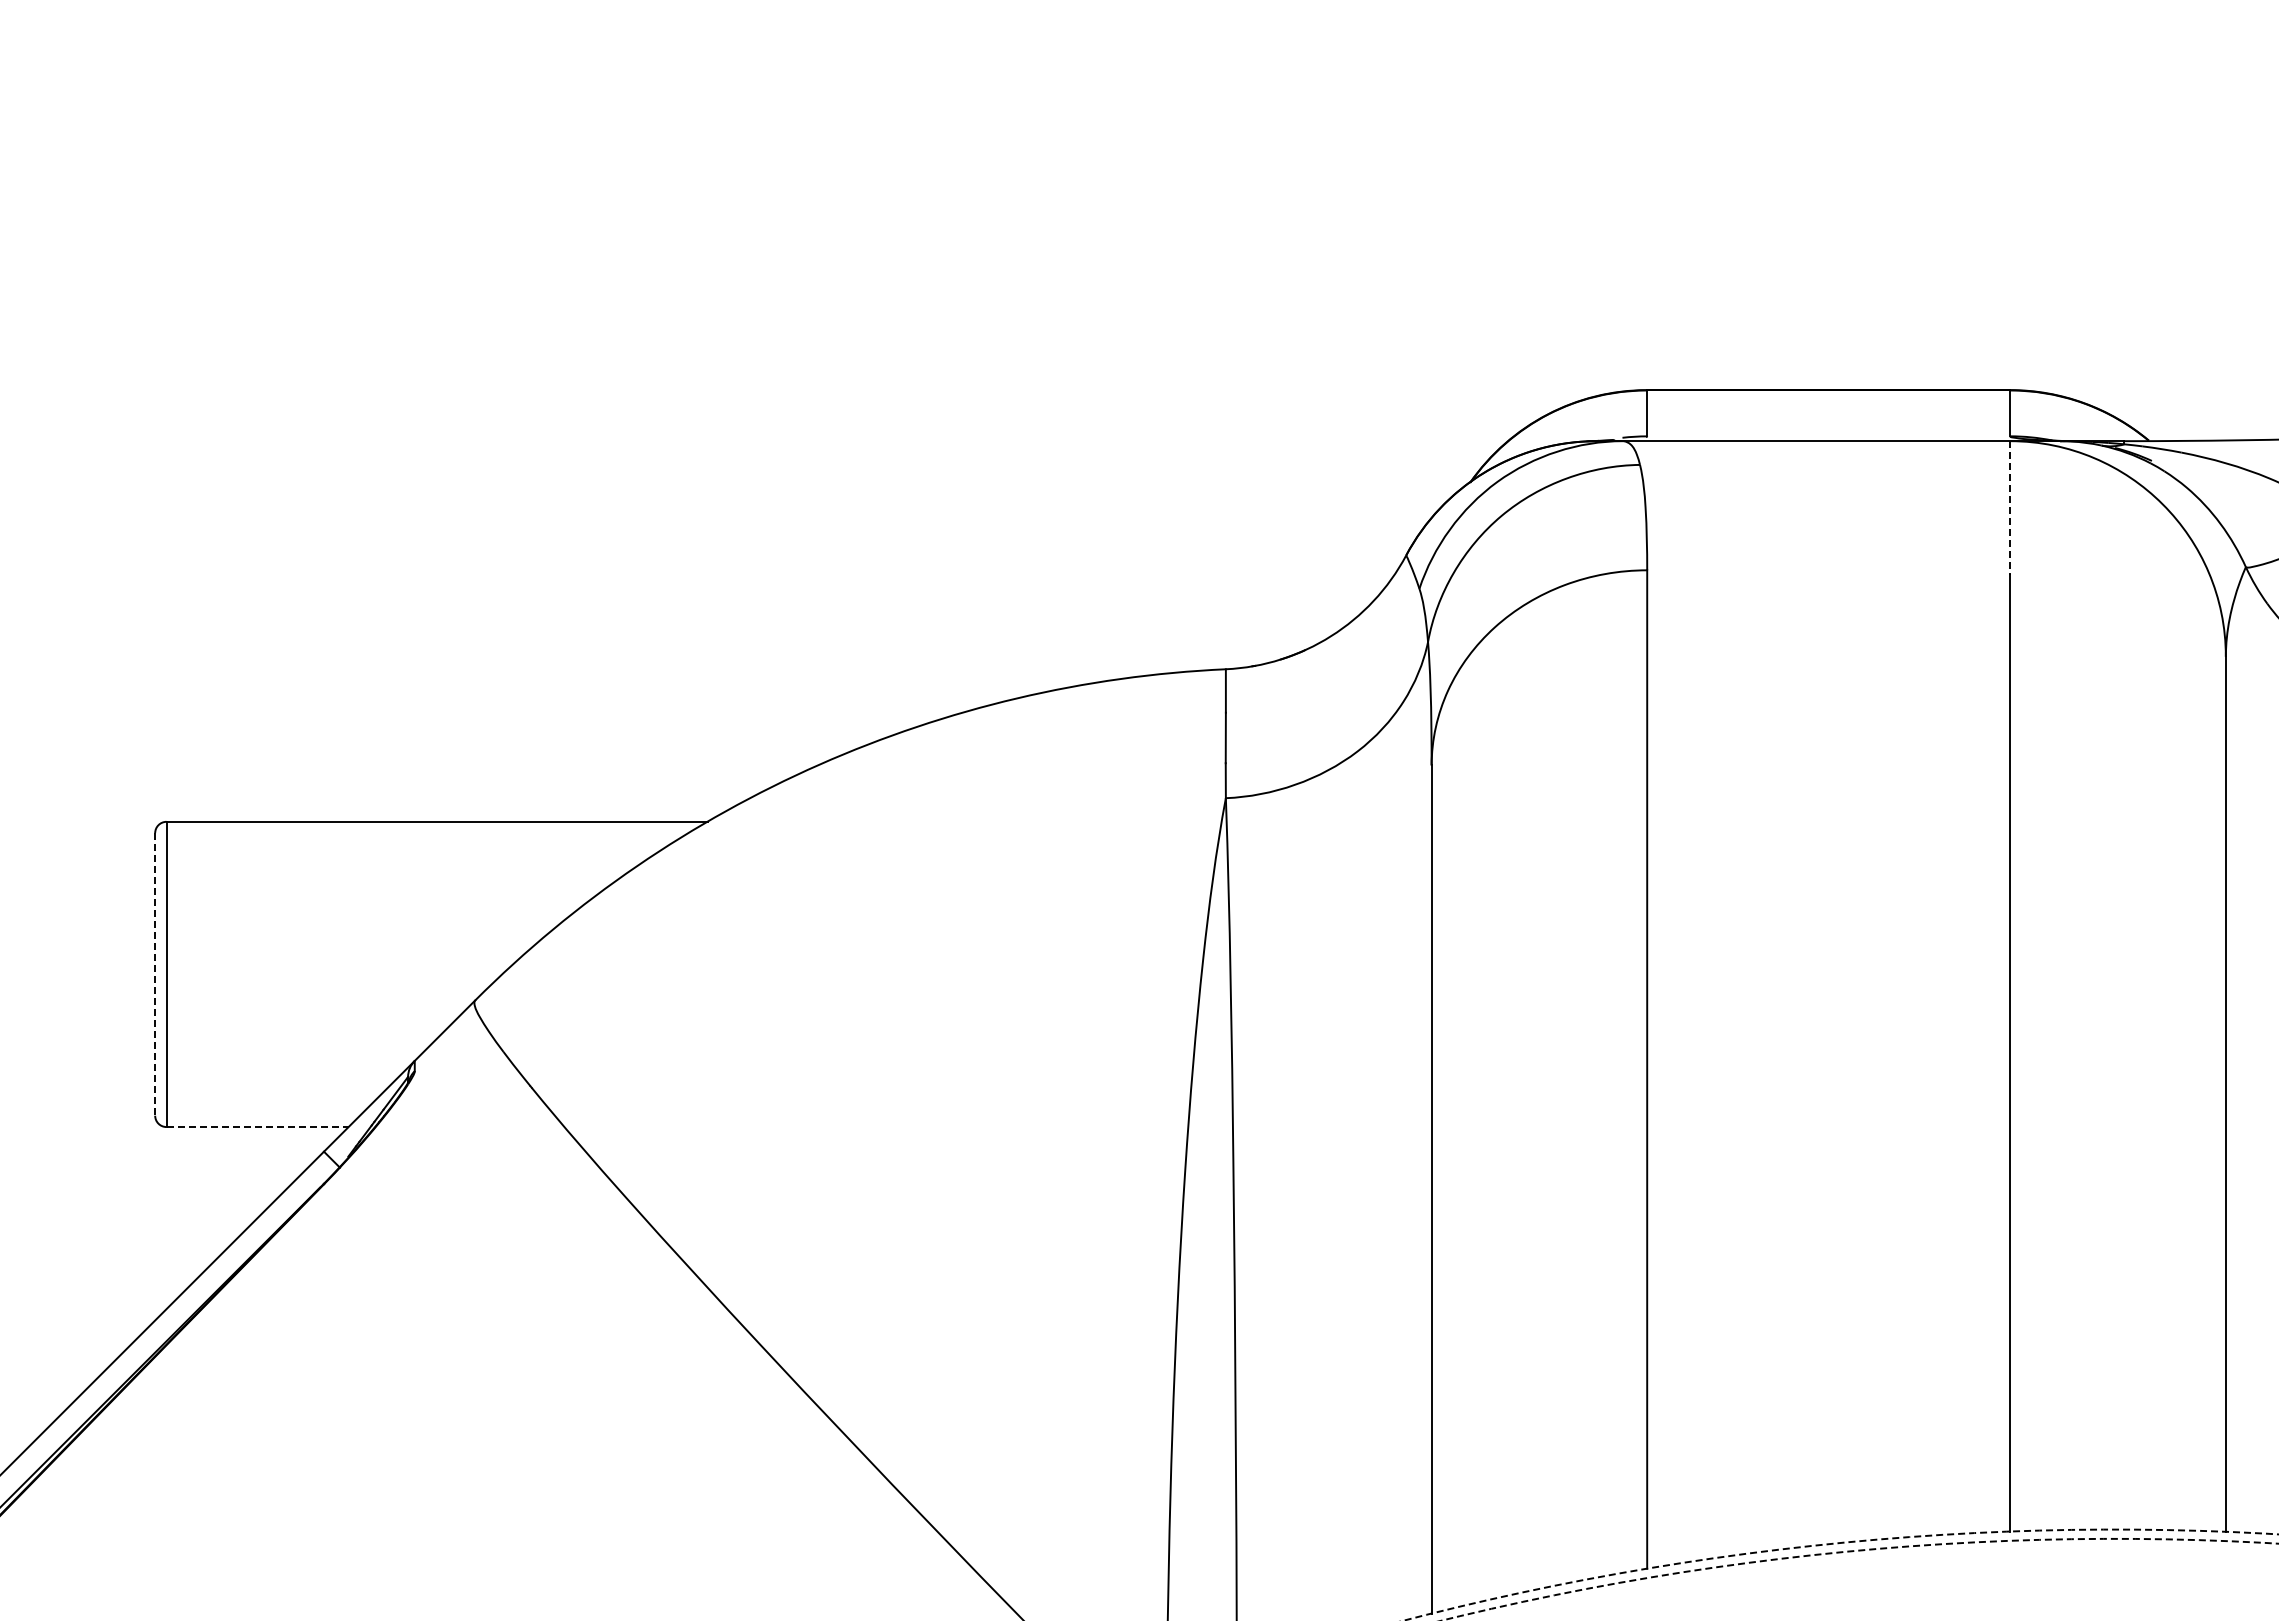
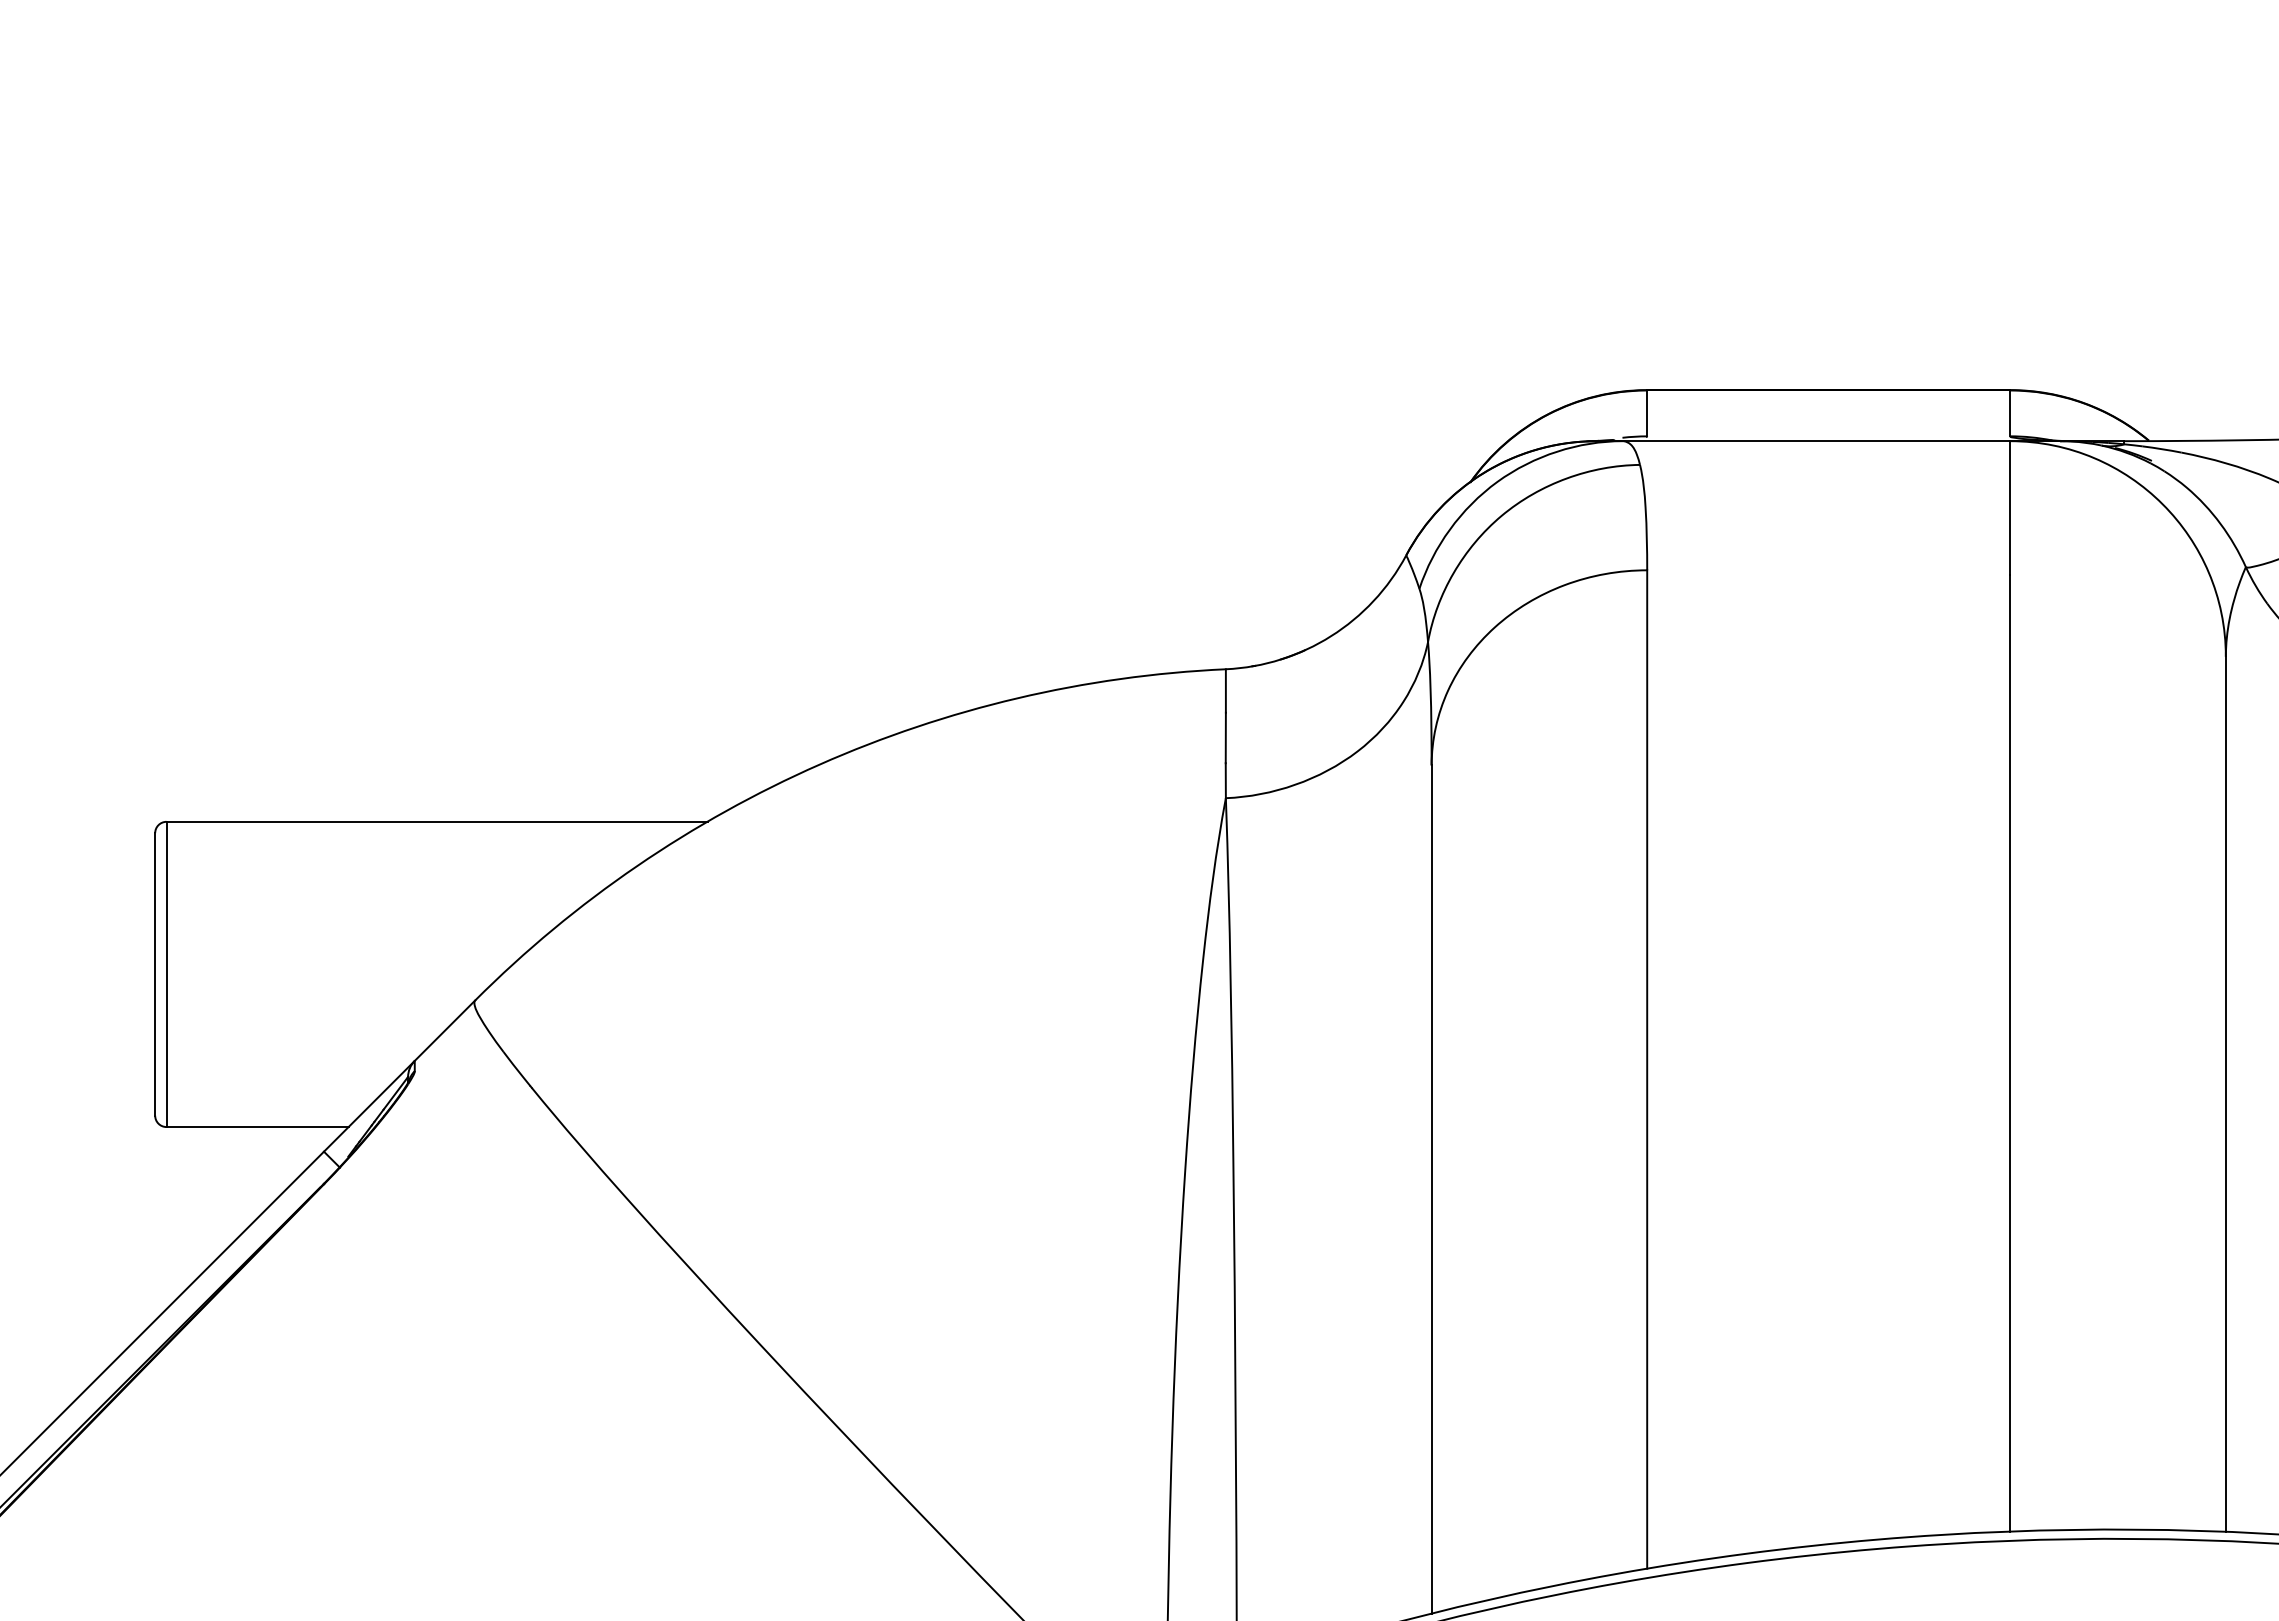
line at (2010, 507): dashed -> solid
line at (155, 974): dashed -> solid
line at (258, 1127): dashed -> solid
arc at (1838, 1543): dashed -> solid
arc at (1857, 1550): dashed -> solid
